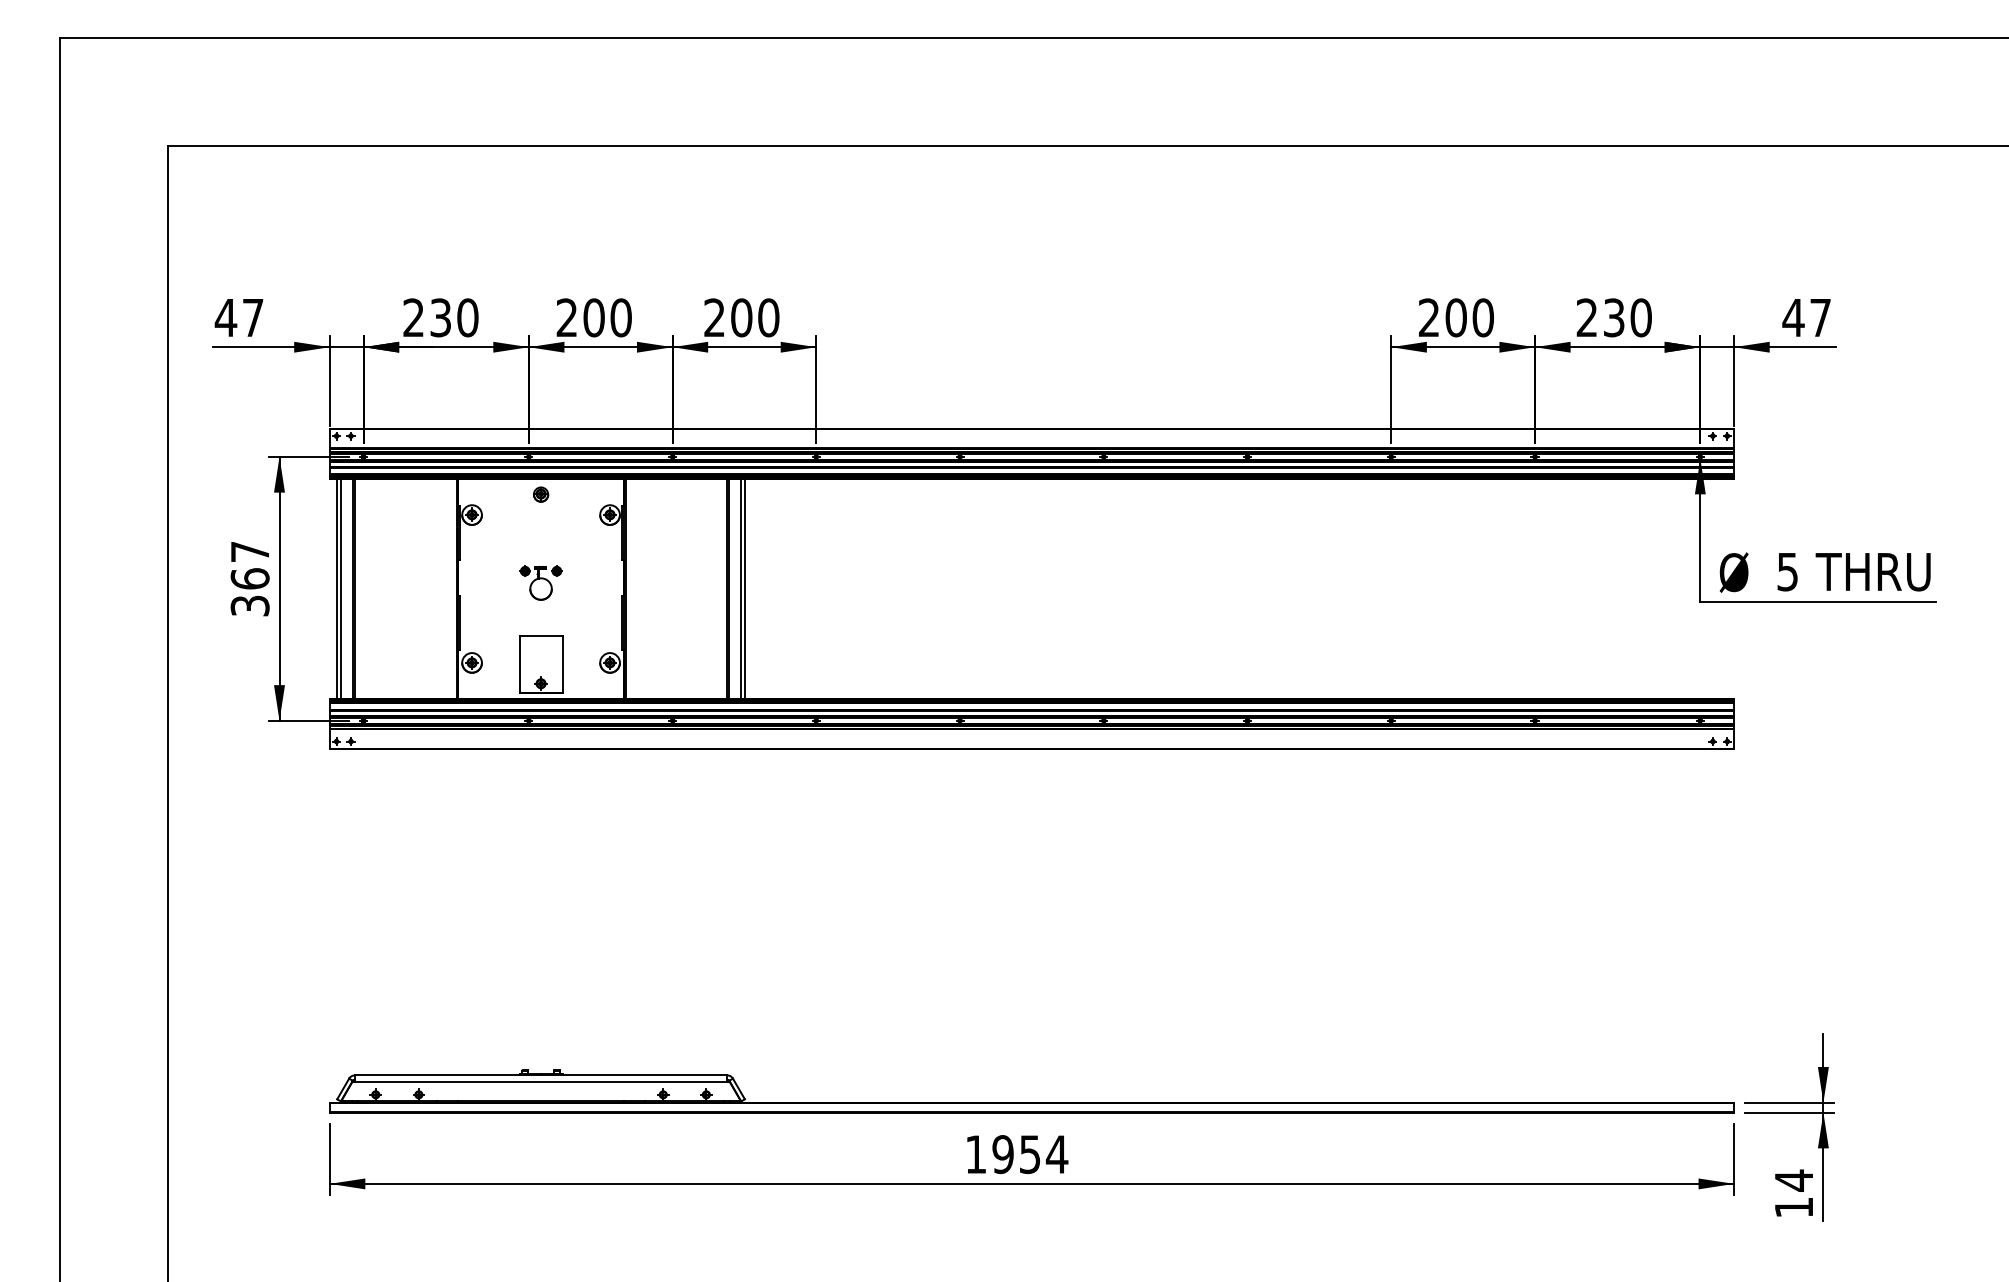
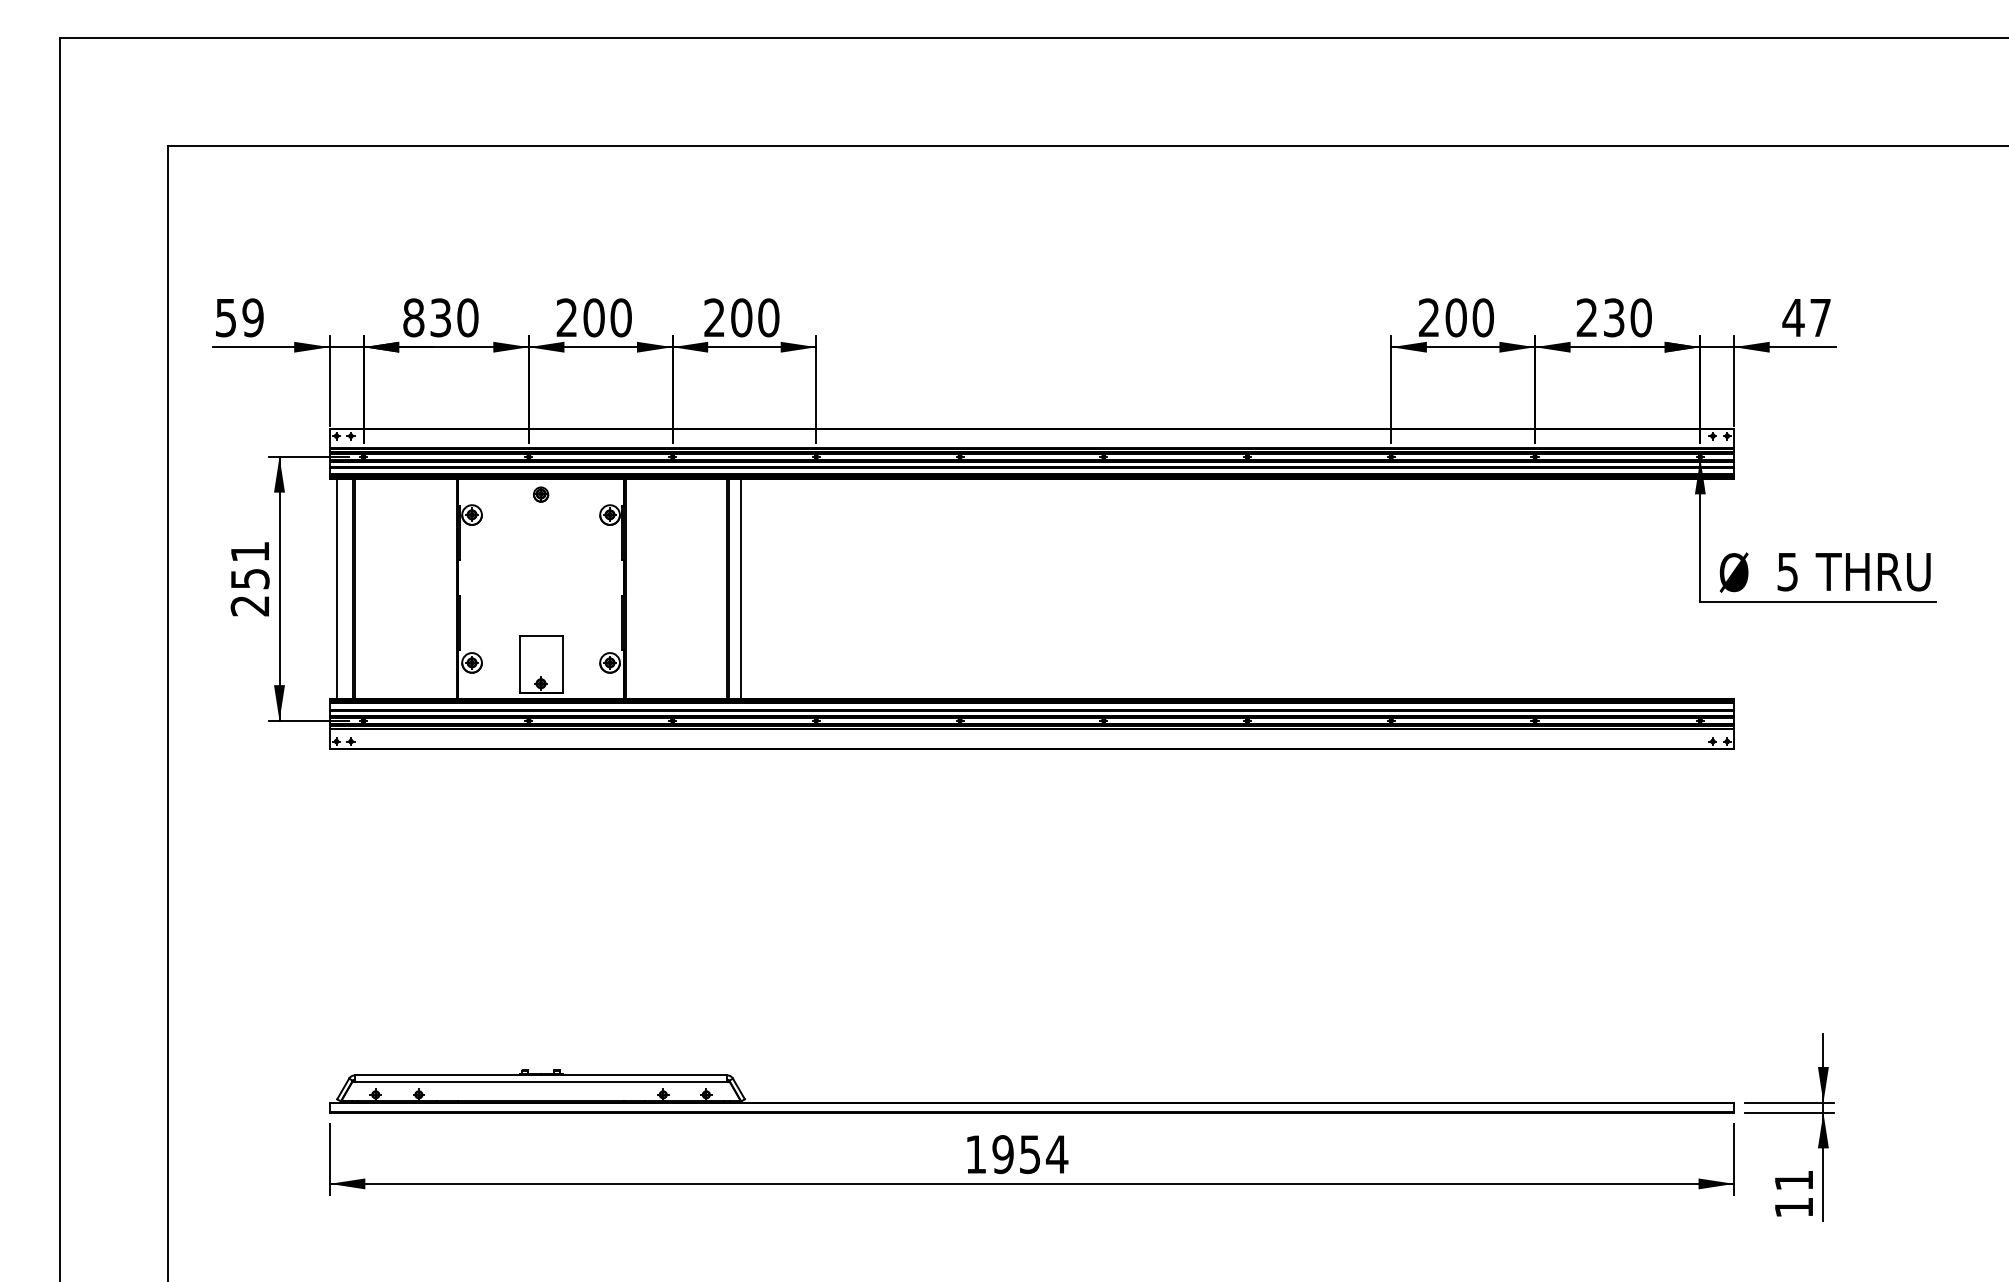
text at (238, 317): 47 -> 59
text at (413, 317): 230 -> 830
text at (249, 579): 367 -> 251
part at (540, 582): present -> none
line at (340, 588): present -> none
line at (744, 588): present -> none
text at (1793, 1180): 14 -> 11
